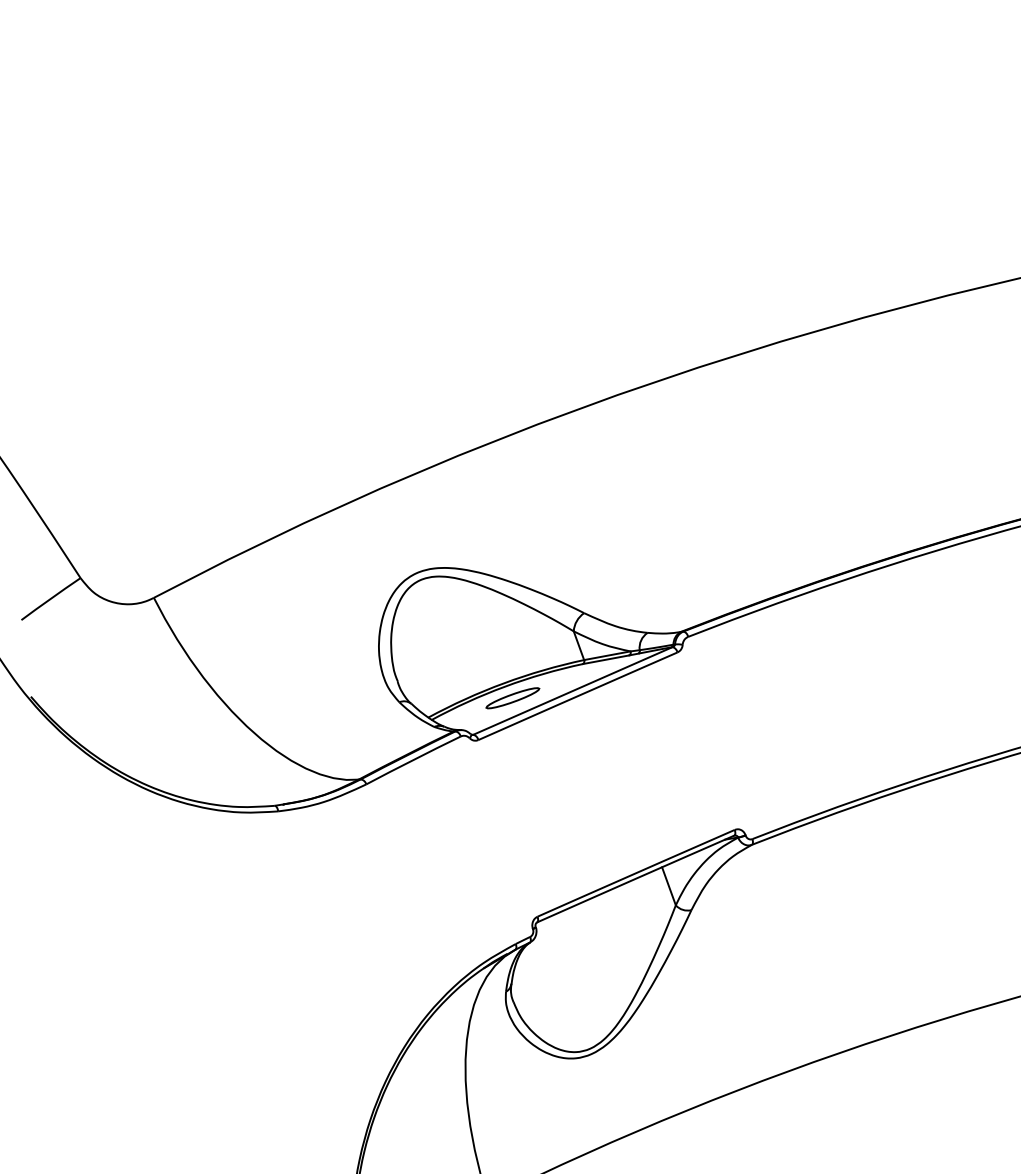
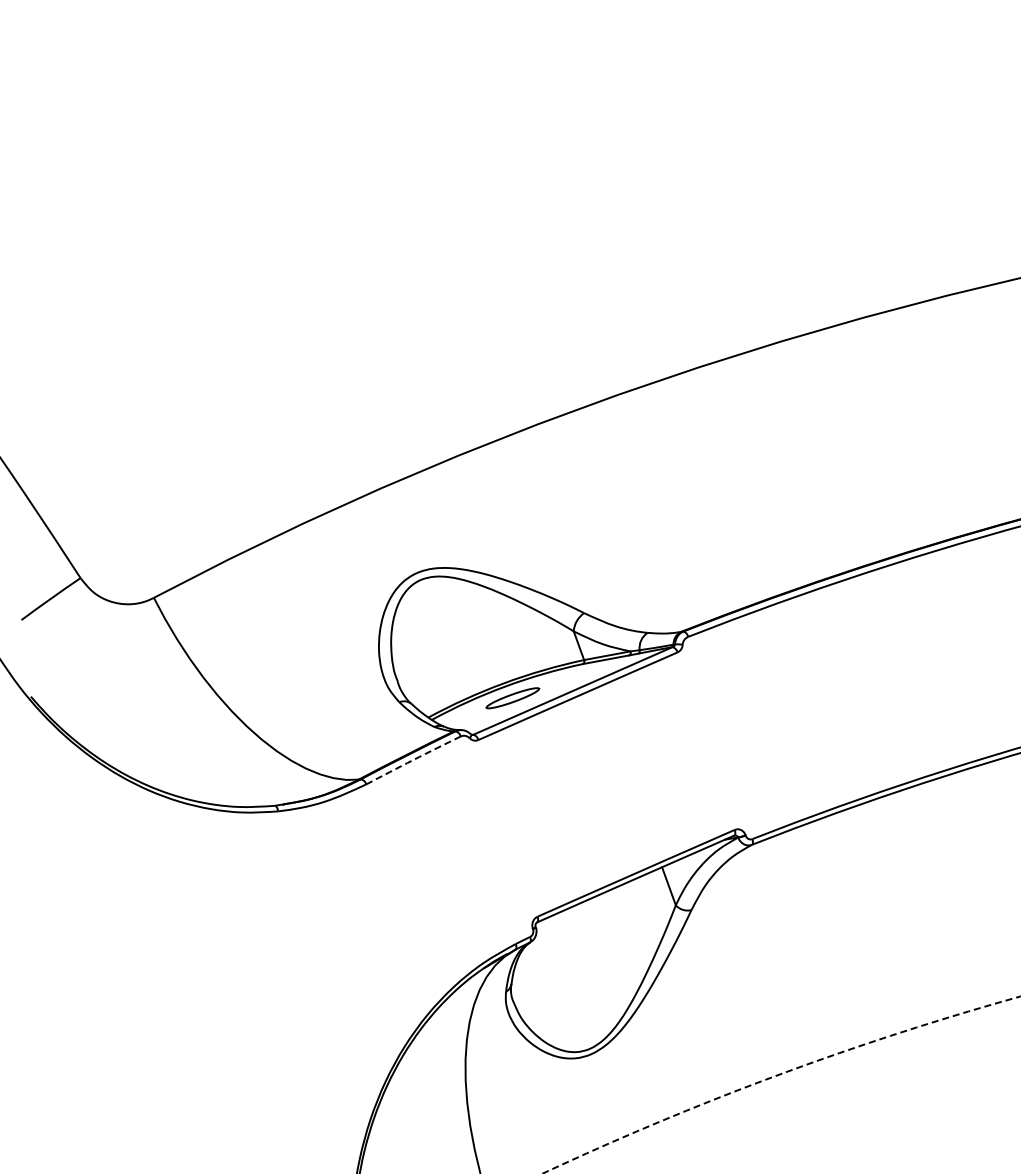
arc at (413, 760): solid -> dashed
arc at (777, 1075): solid -> dashed
